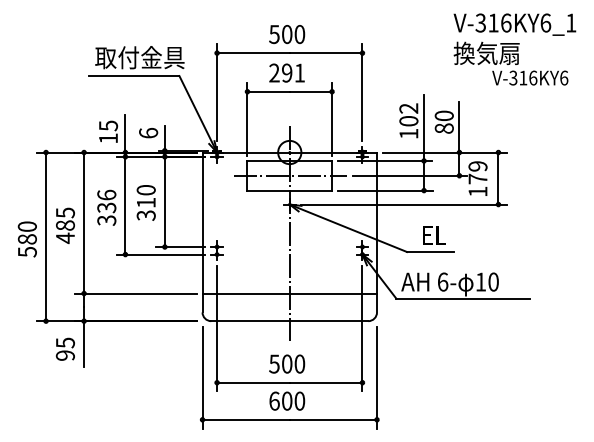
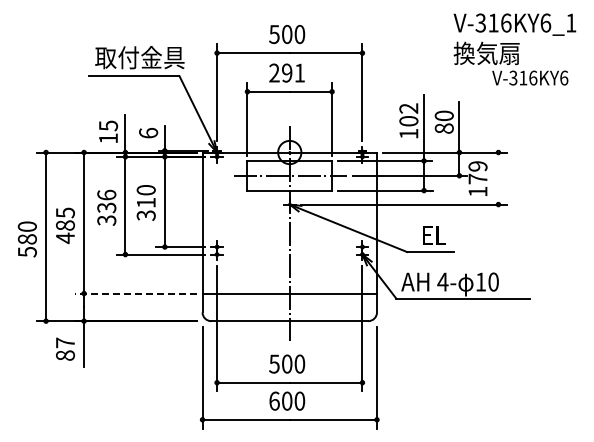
line at (498, 178): present -> none
text at (442, 281): 6- -> 4-
line at (136, 293): solid -> dashed
text at (65, 348): 95 -> 87
